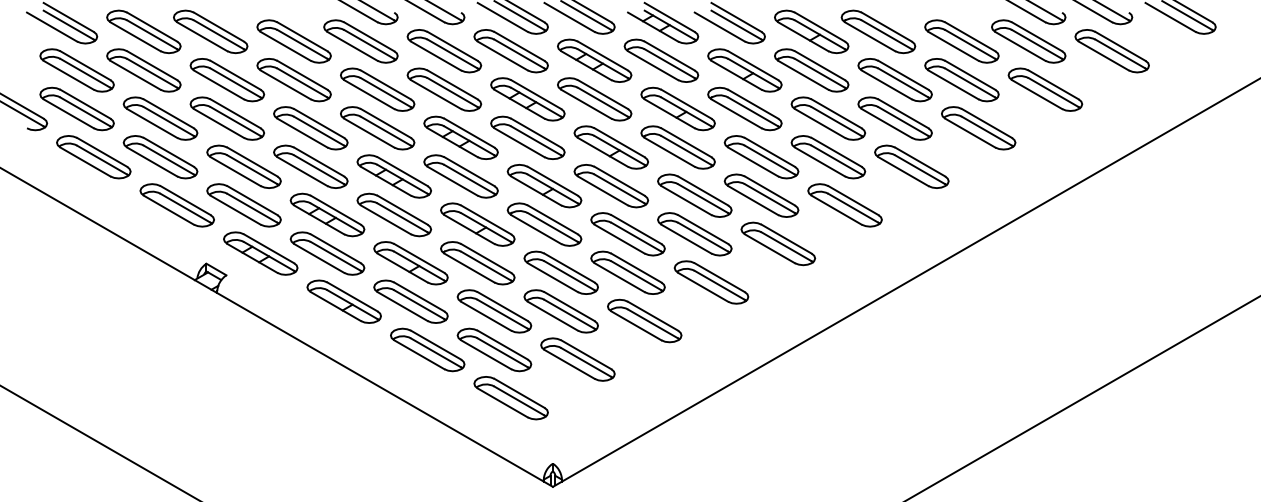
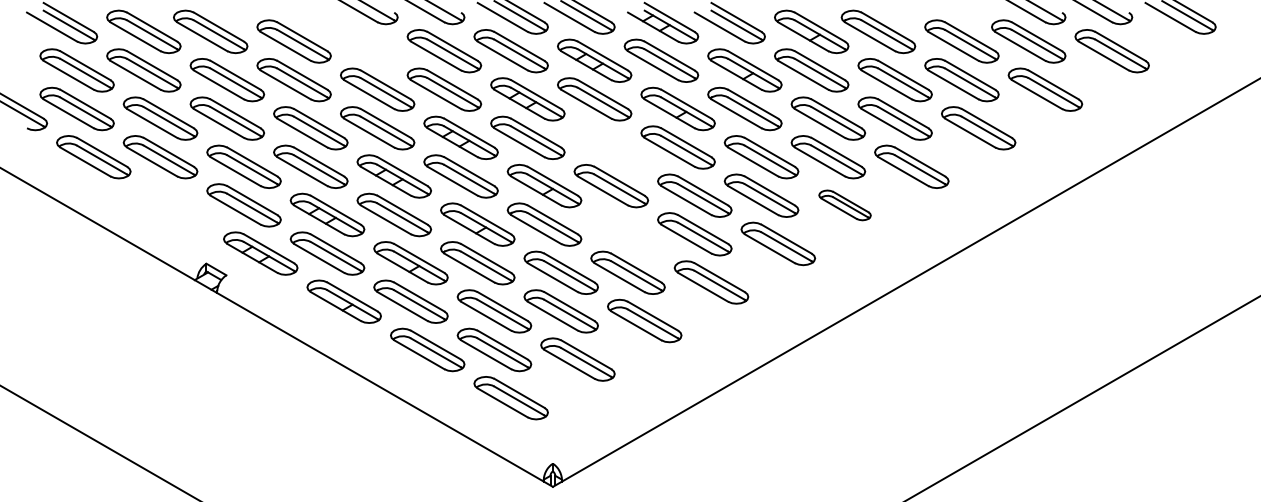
part at (360, 41): present -> none
part at (610, 147): present -> none
part at (176, 205): present -> none
part at (844, 205) size: 76x45 px -> 54x33 px
part at (627, 234): present -> none
